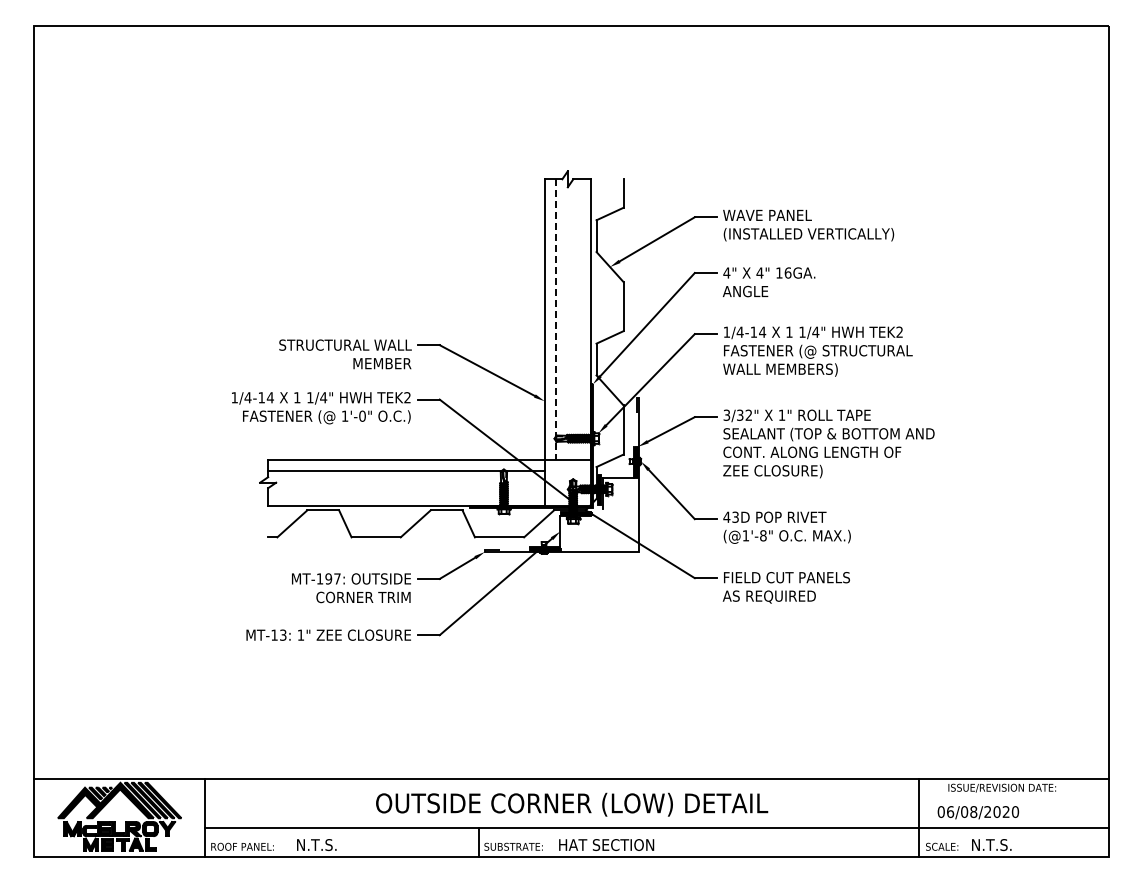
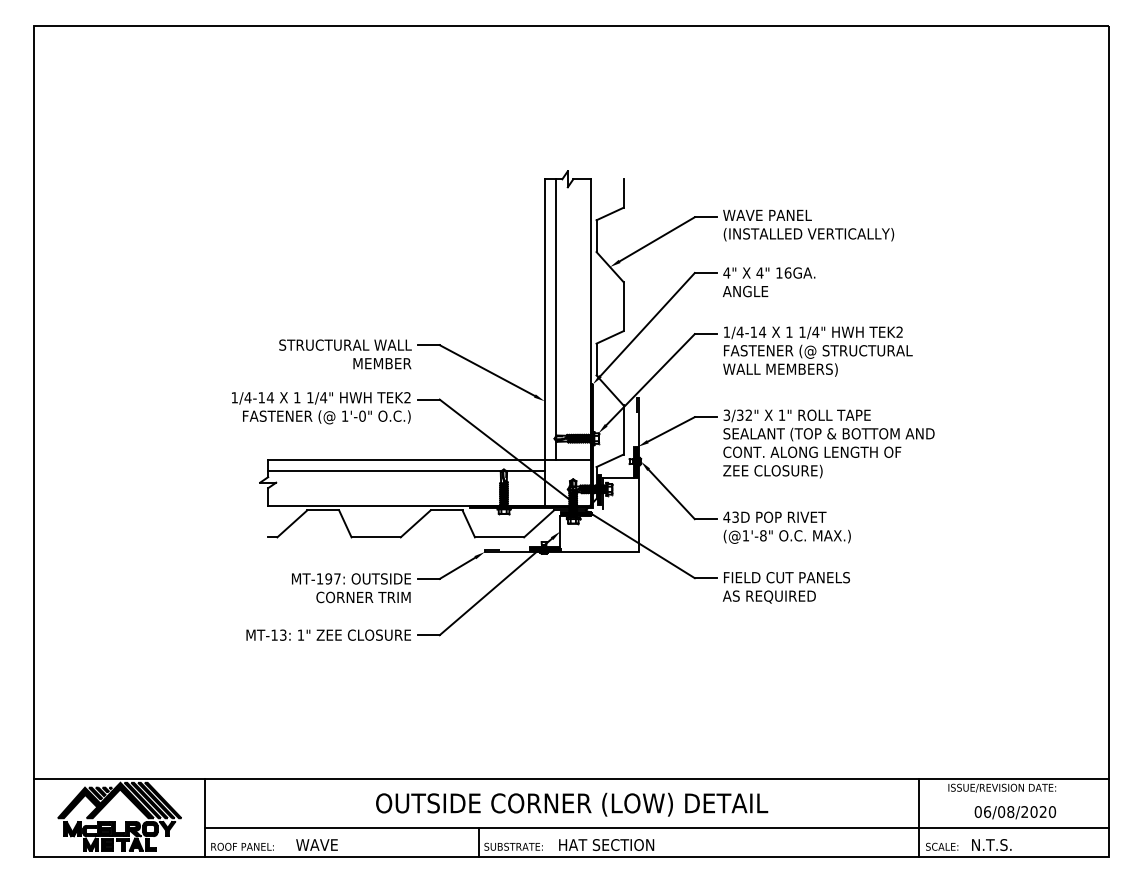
line at (556, 319): dashed -> solid
text at (977, 812) position: (977, 812) -> (1014, 812)
text at (316, 845): N.T.S. -> WAVE
